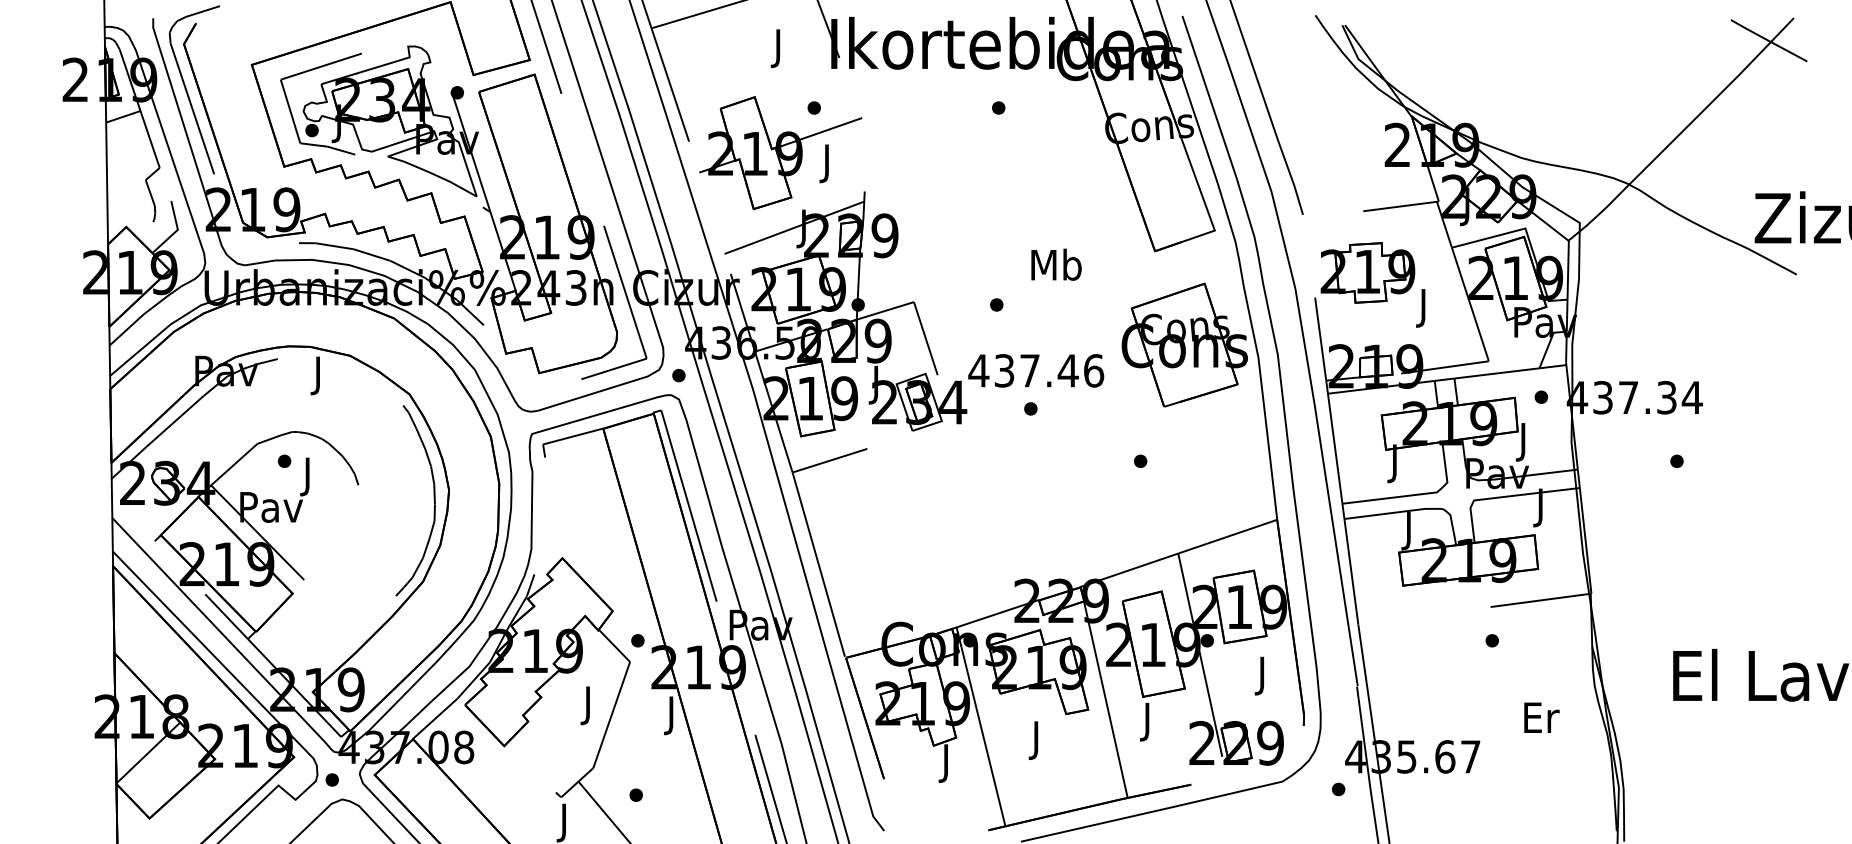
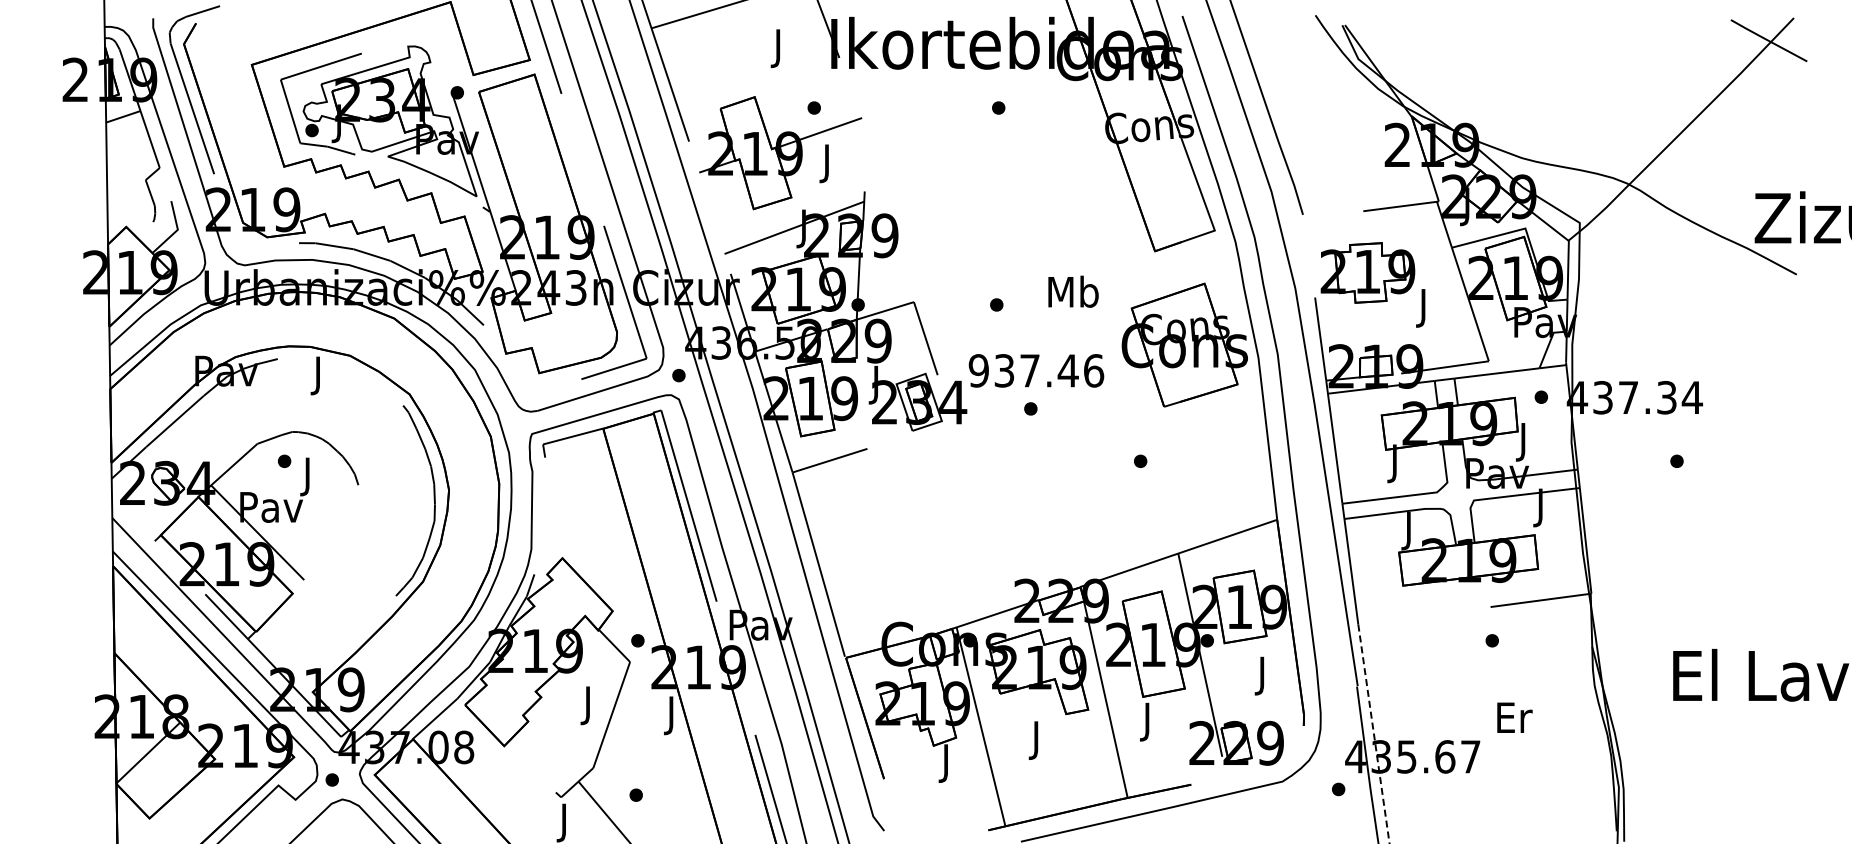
text at (1056, 264) position: (1056, 264) -> (1073, 291)
text at (978, 370): 437.46 -> 937.46
text at (1541, 717) position: (1541, 717) -> (1514, 717)
line at (1373, 734): solid -> dashed
